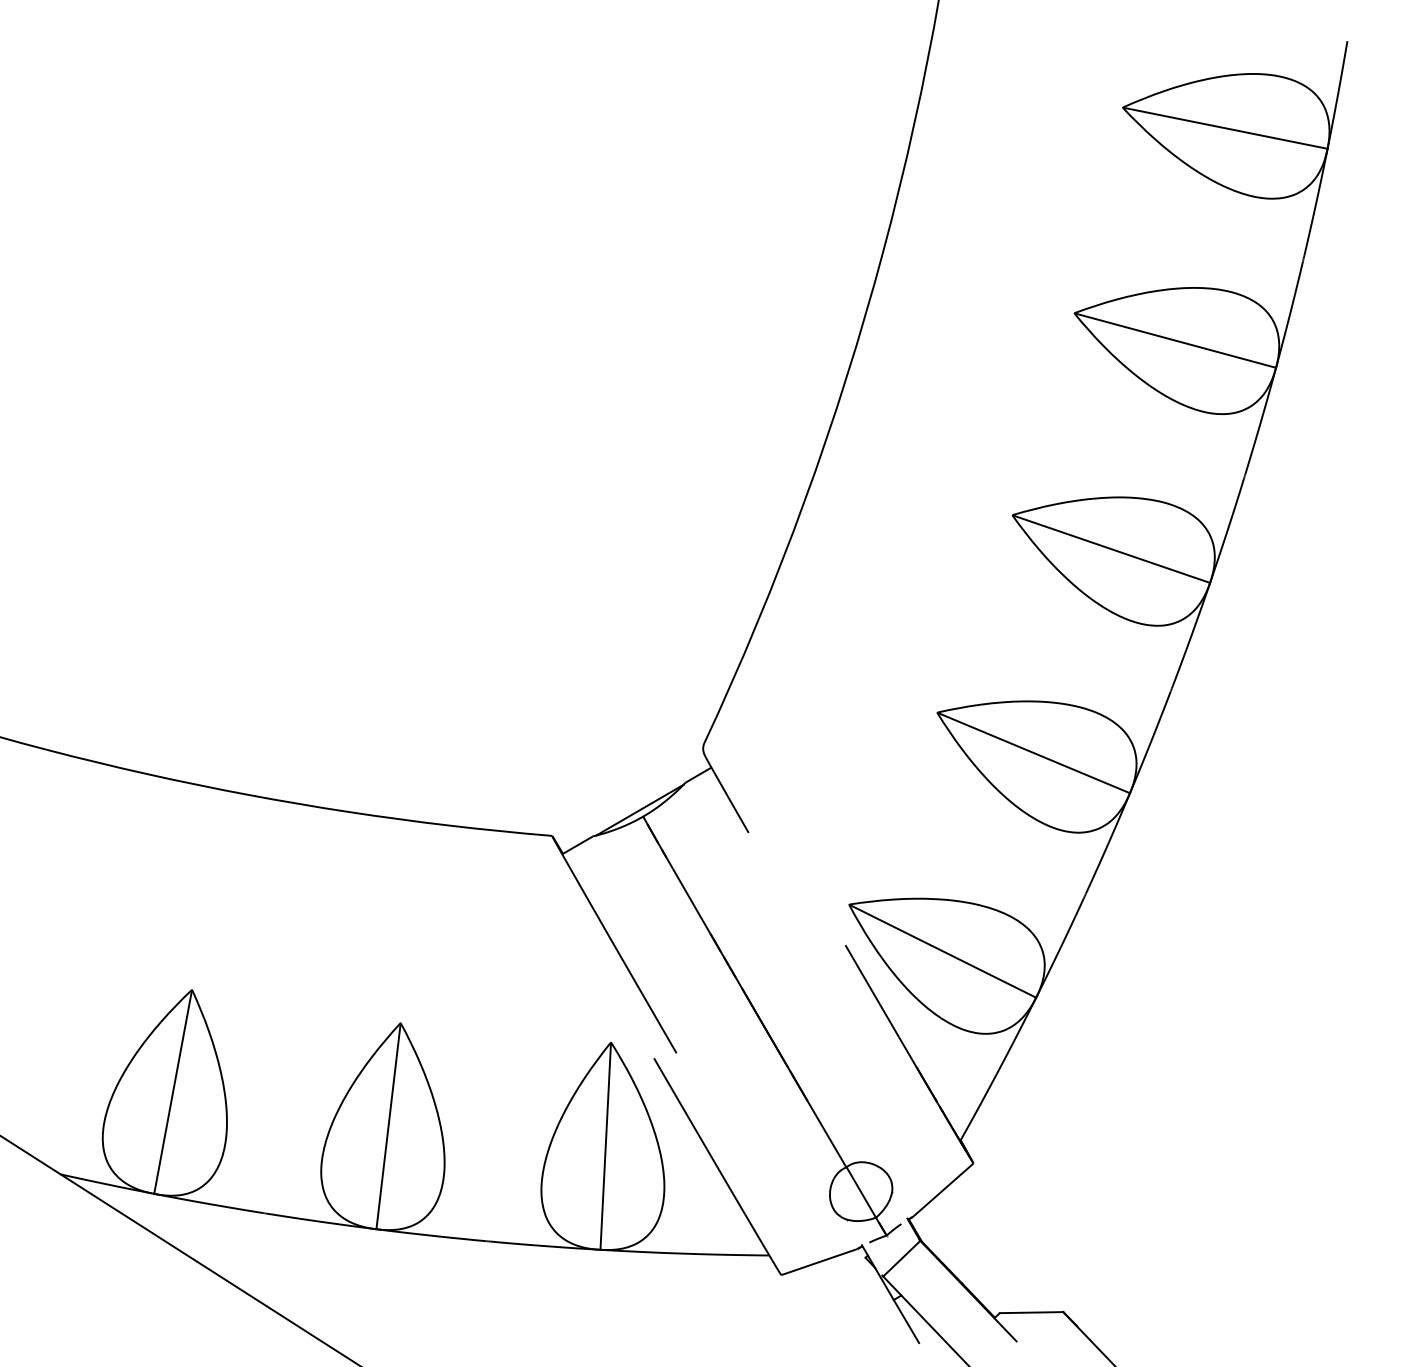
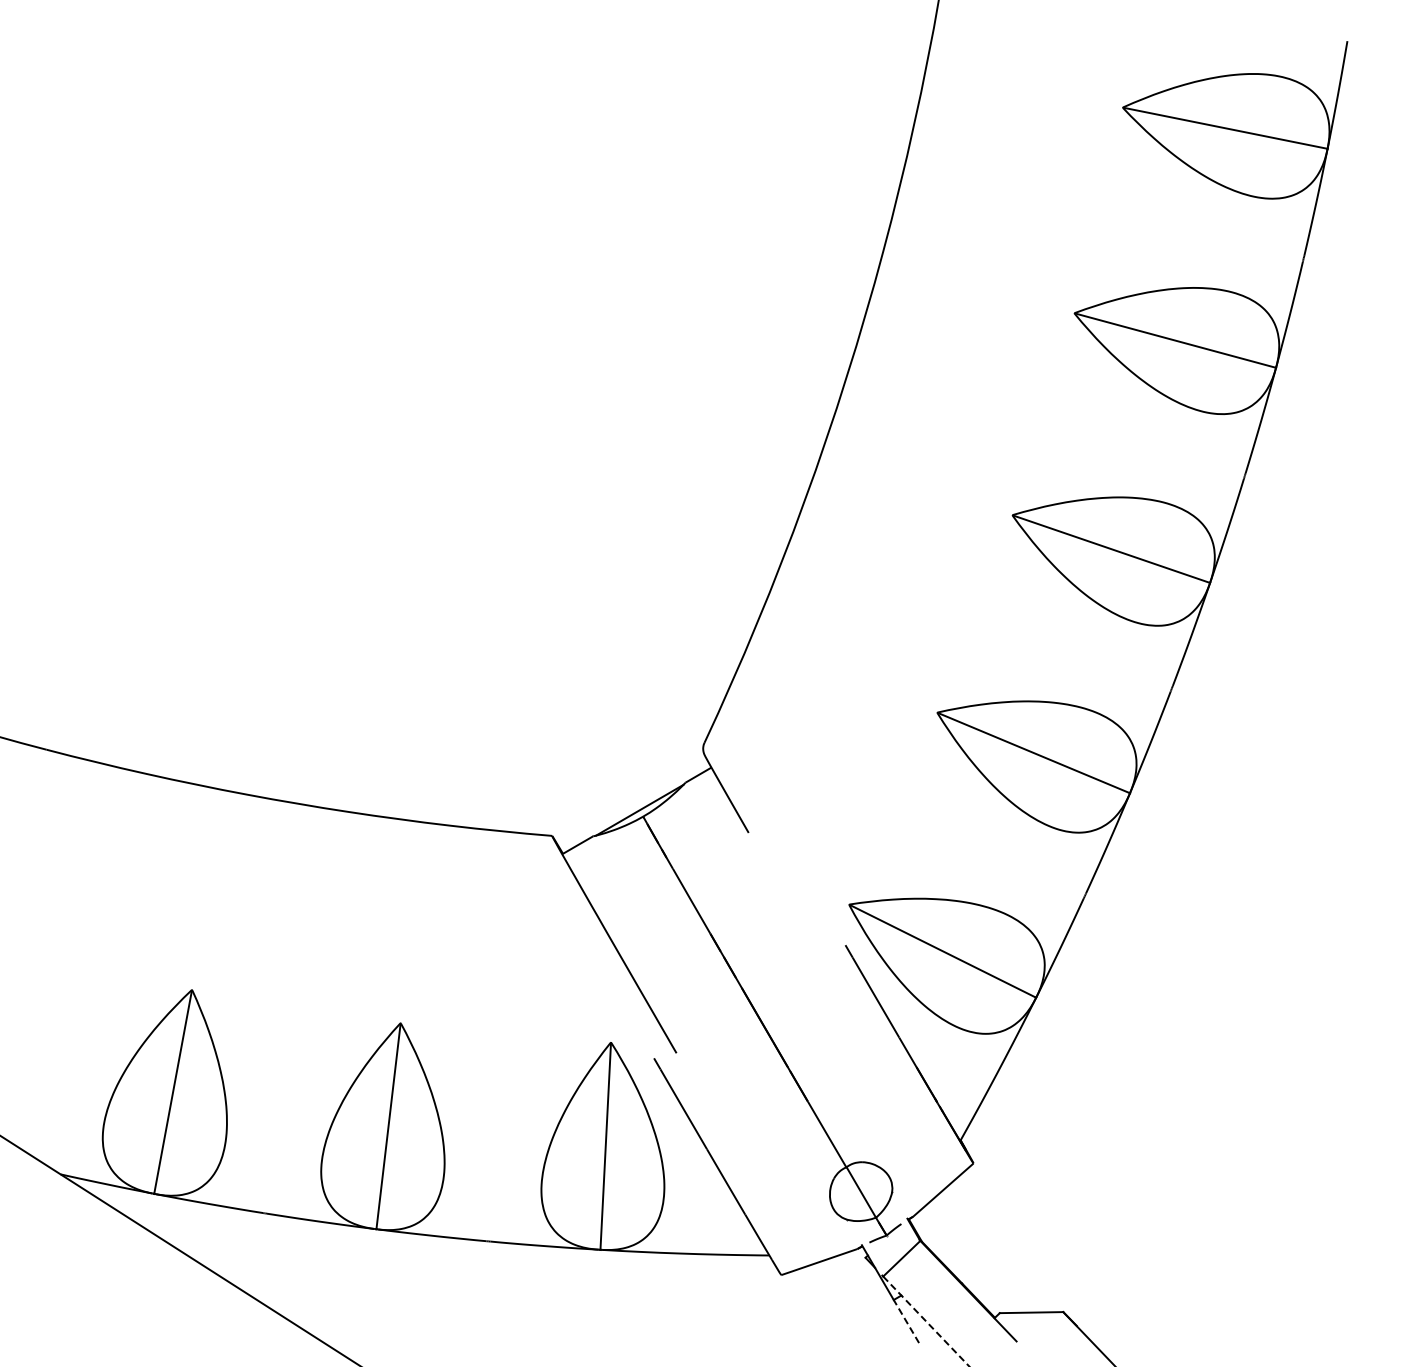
line at (906, 1321): solid -> dashed
line at (926, 1321): solid -> dashed
